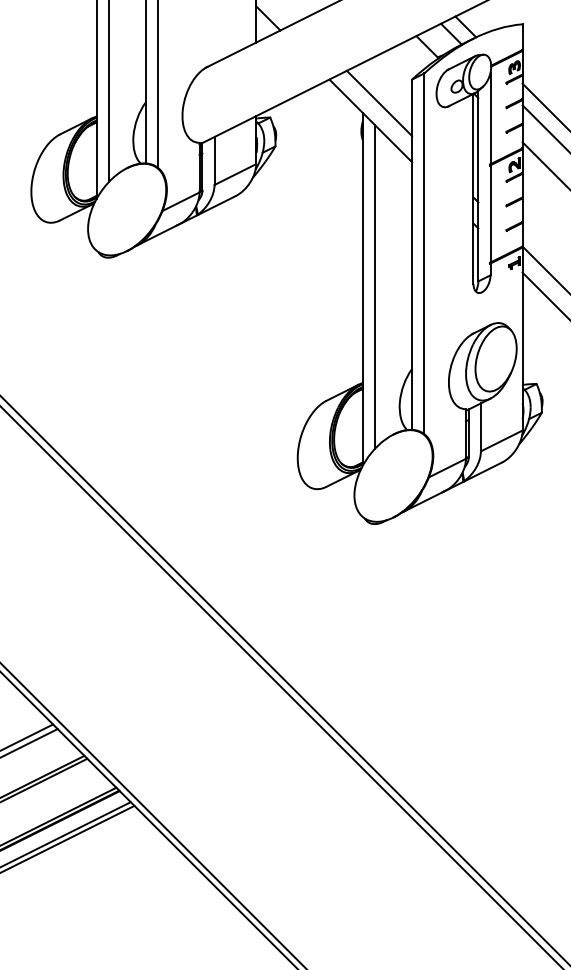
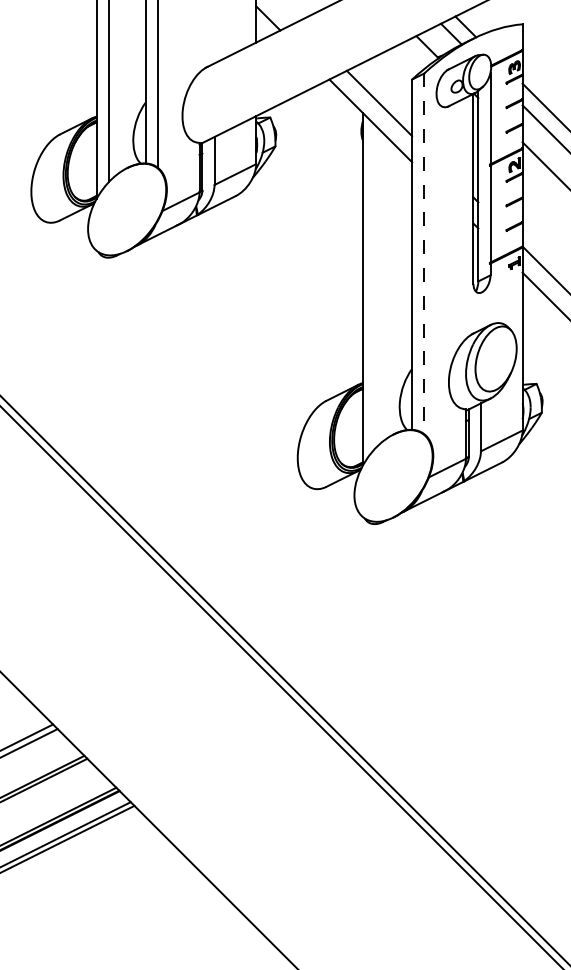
line at (424, 254): solid -> dashed
line at (375, 286): present -> none
line at (153, 815): present -> none
